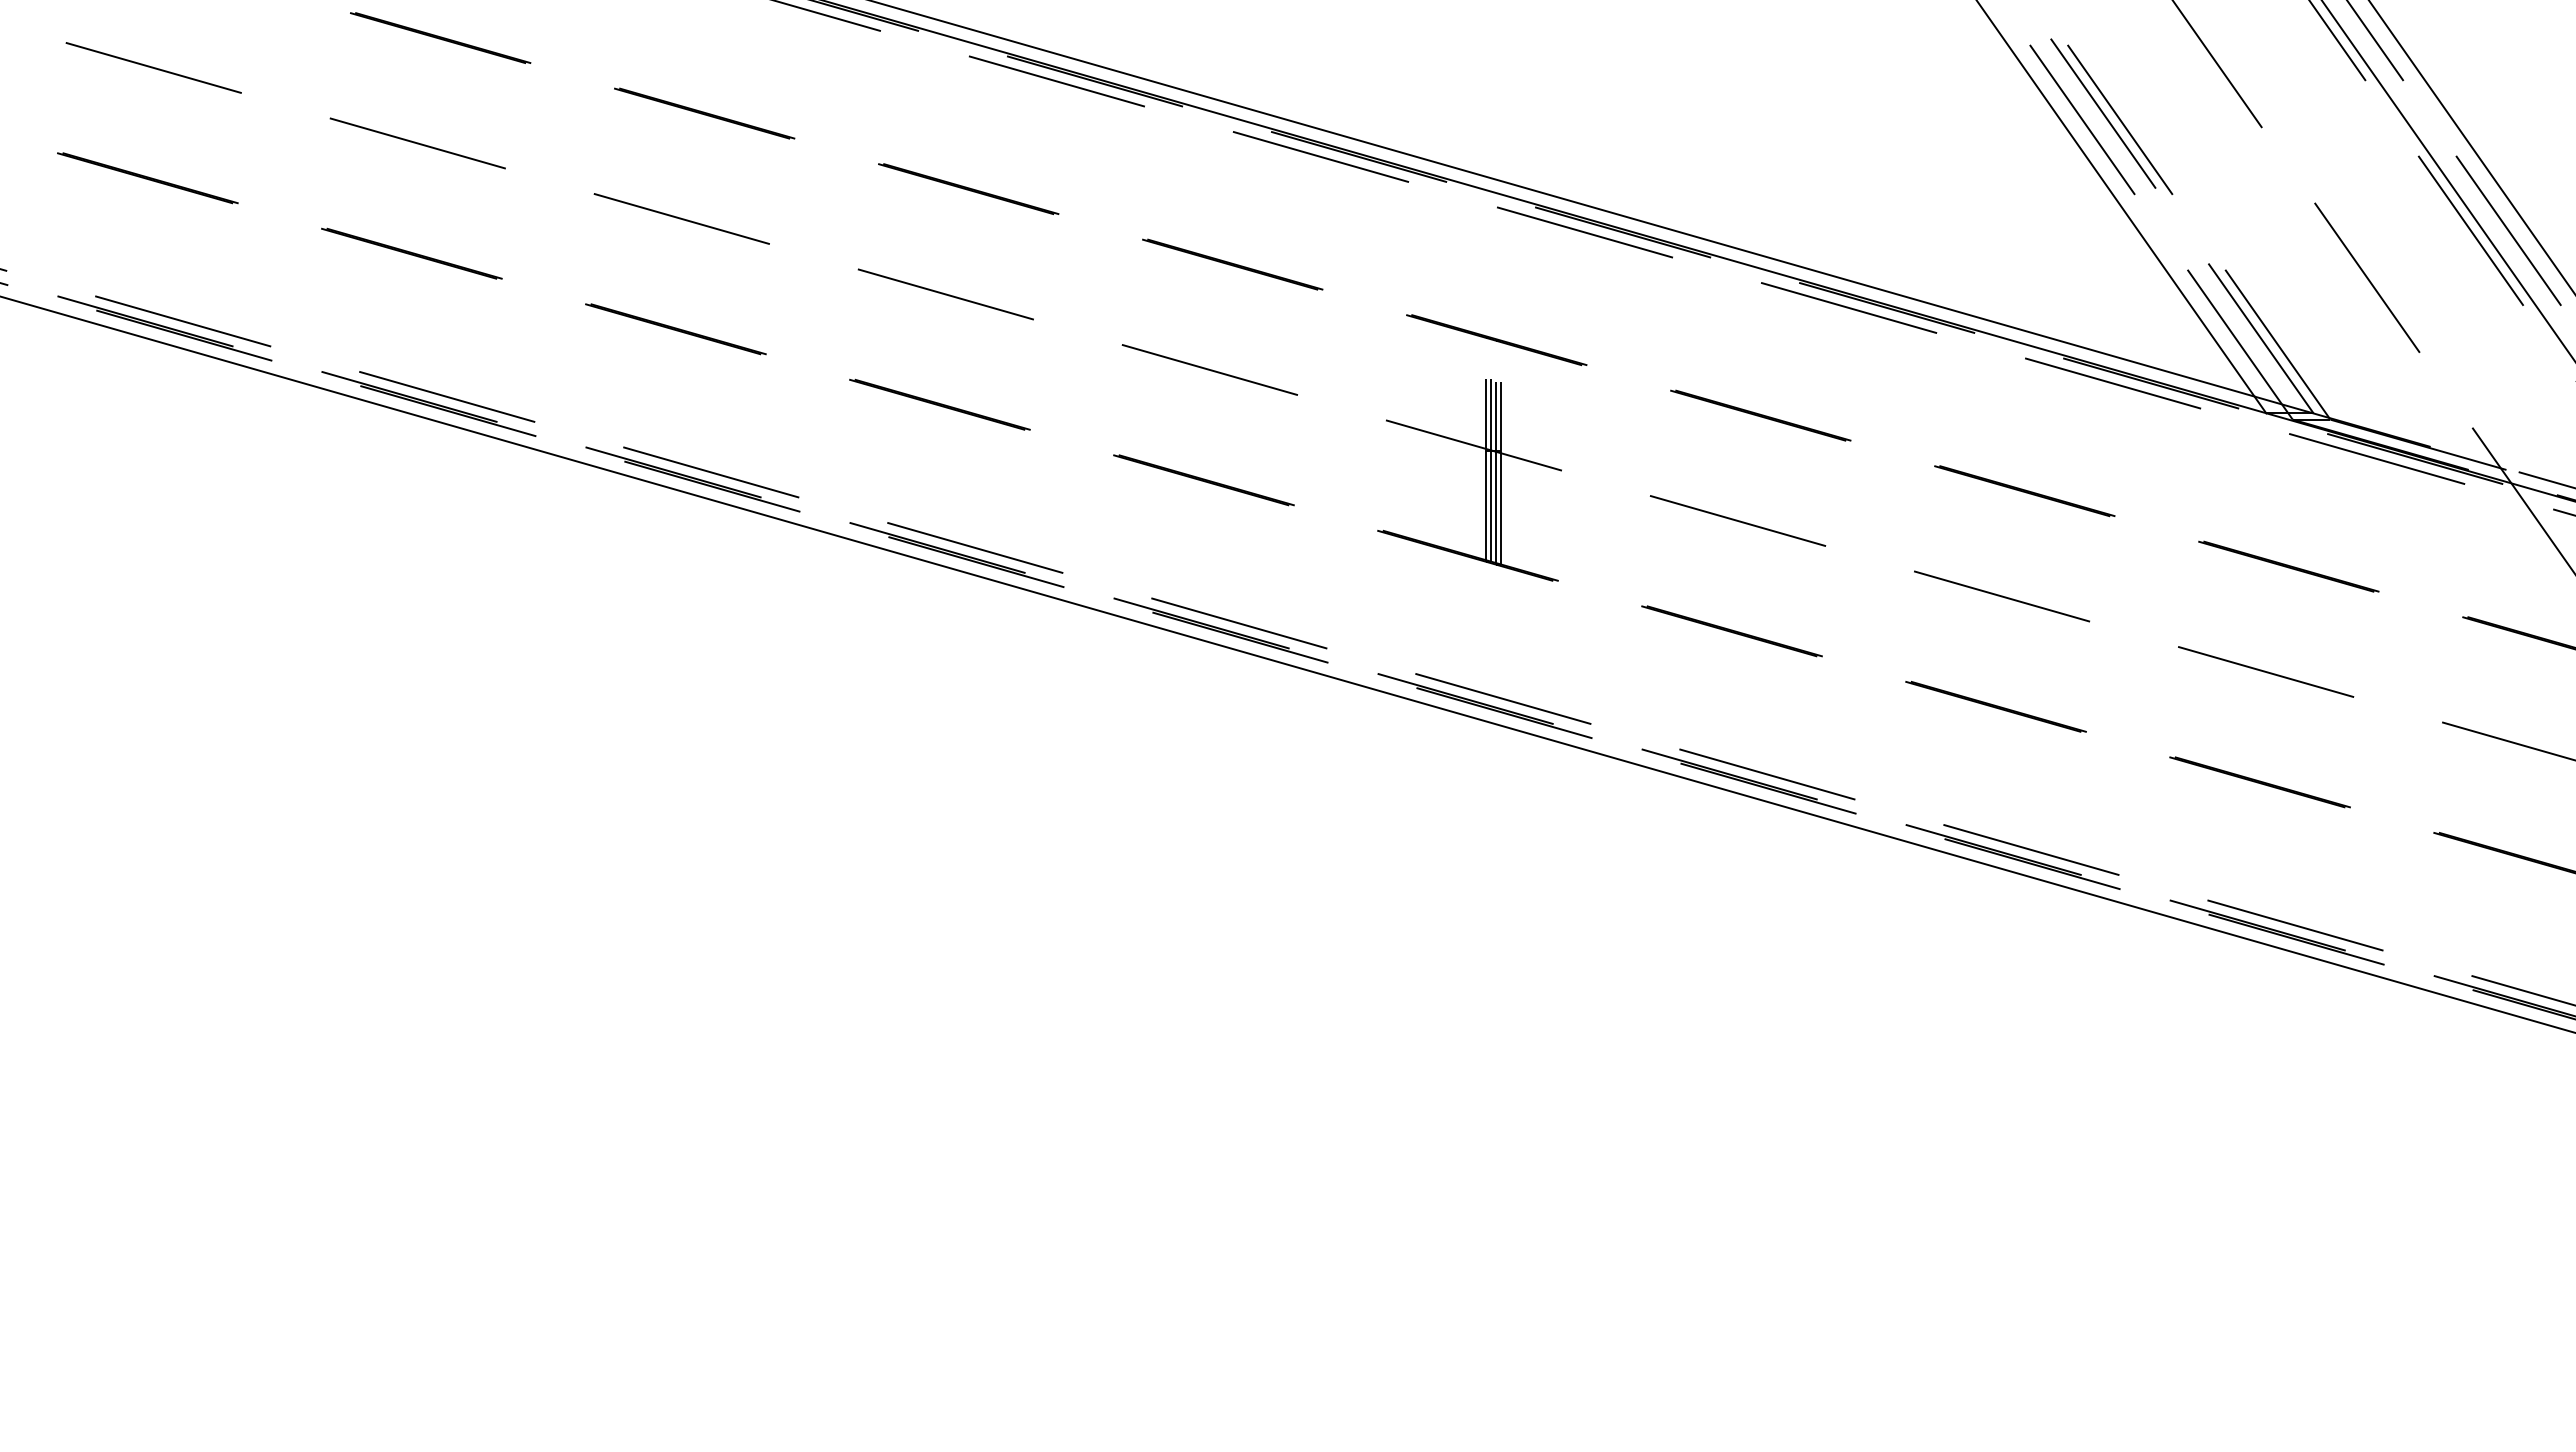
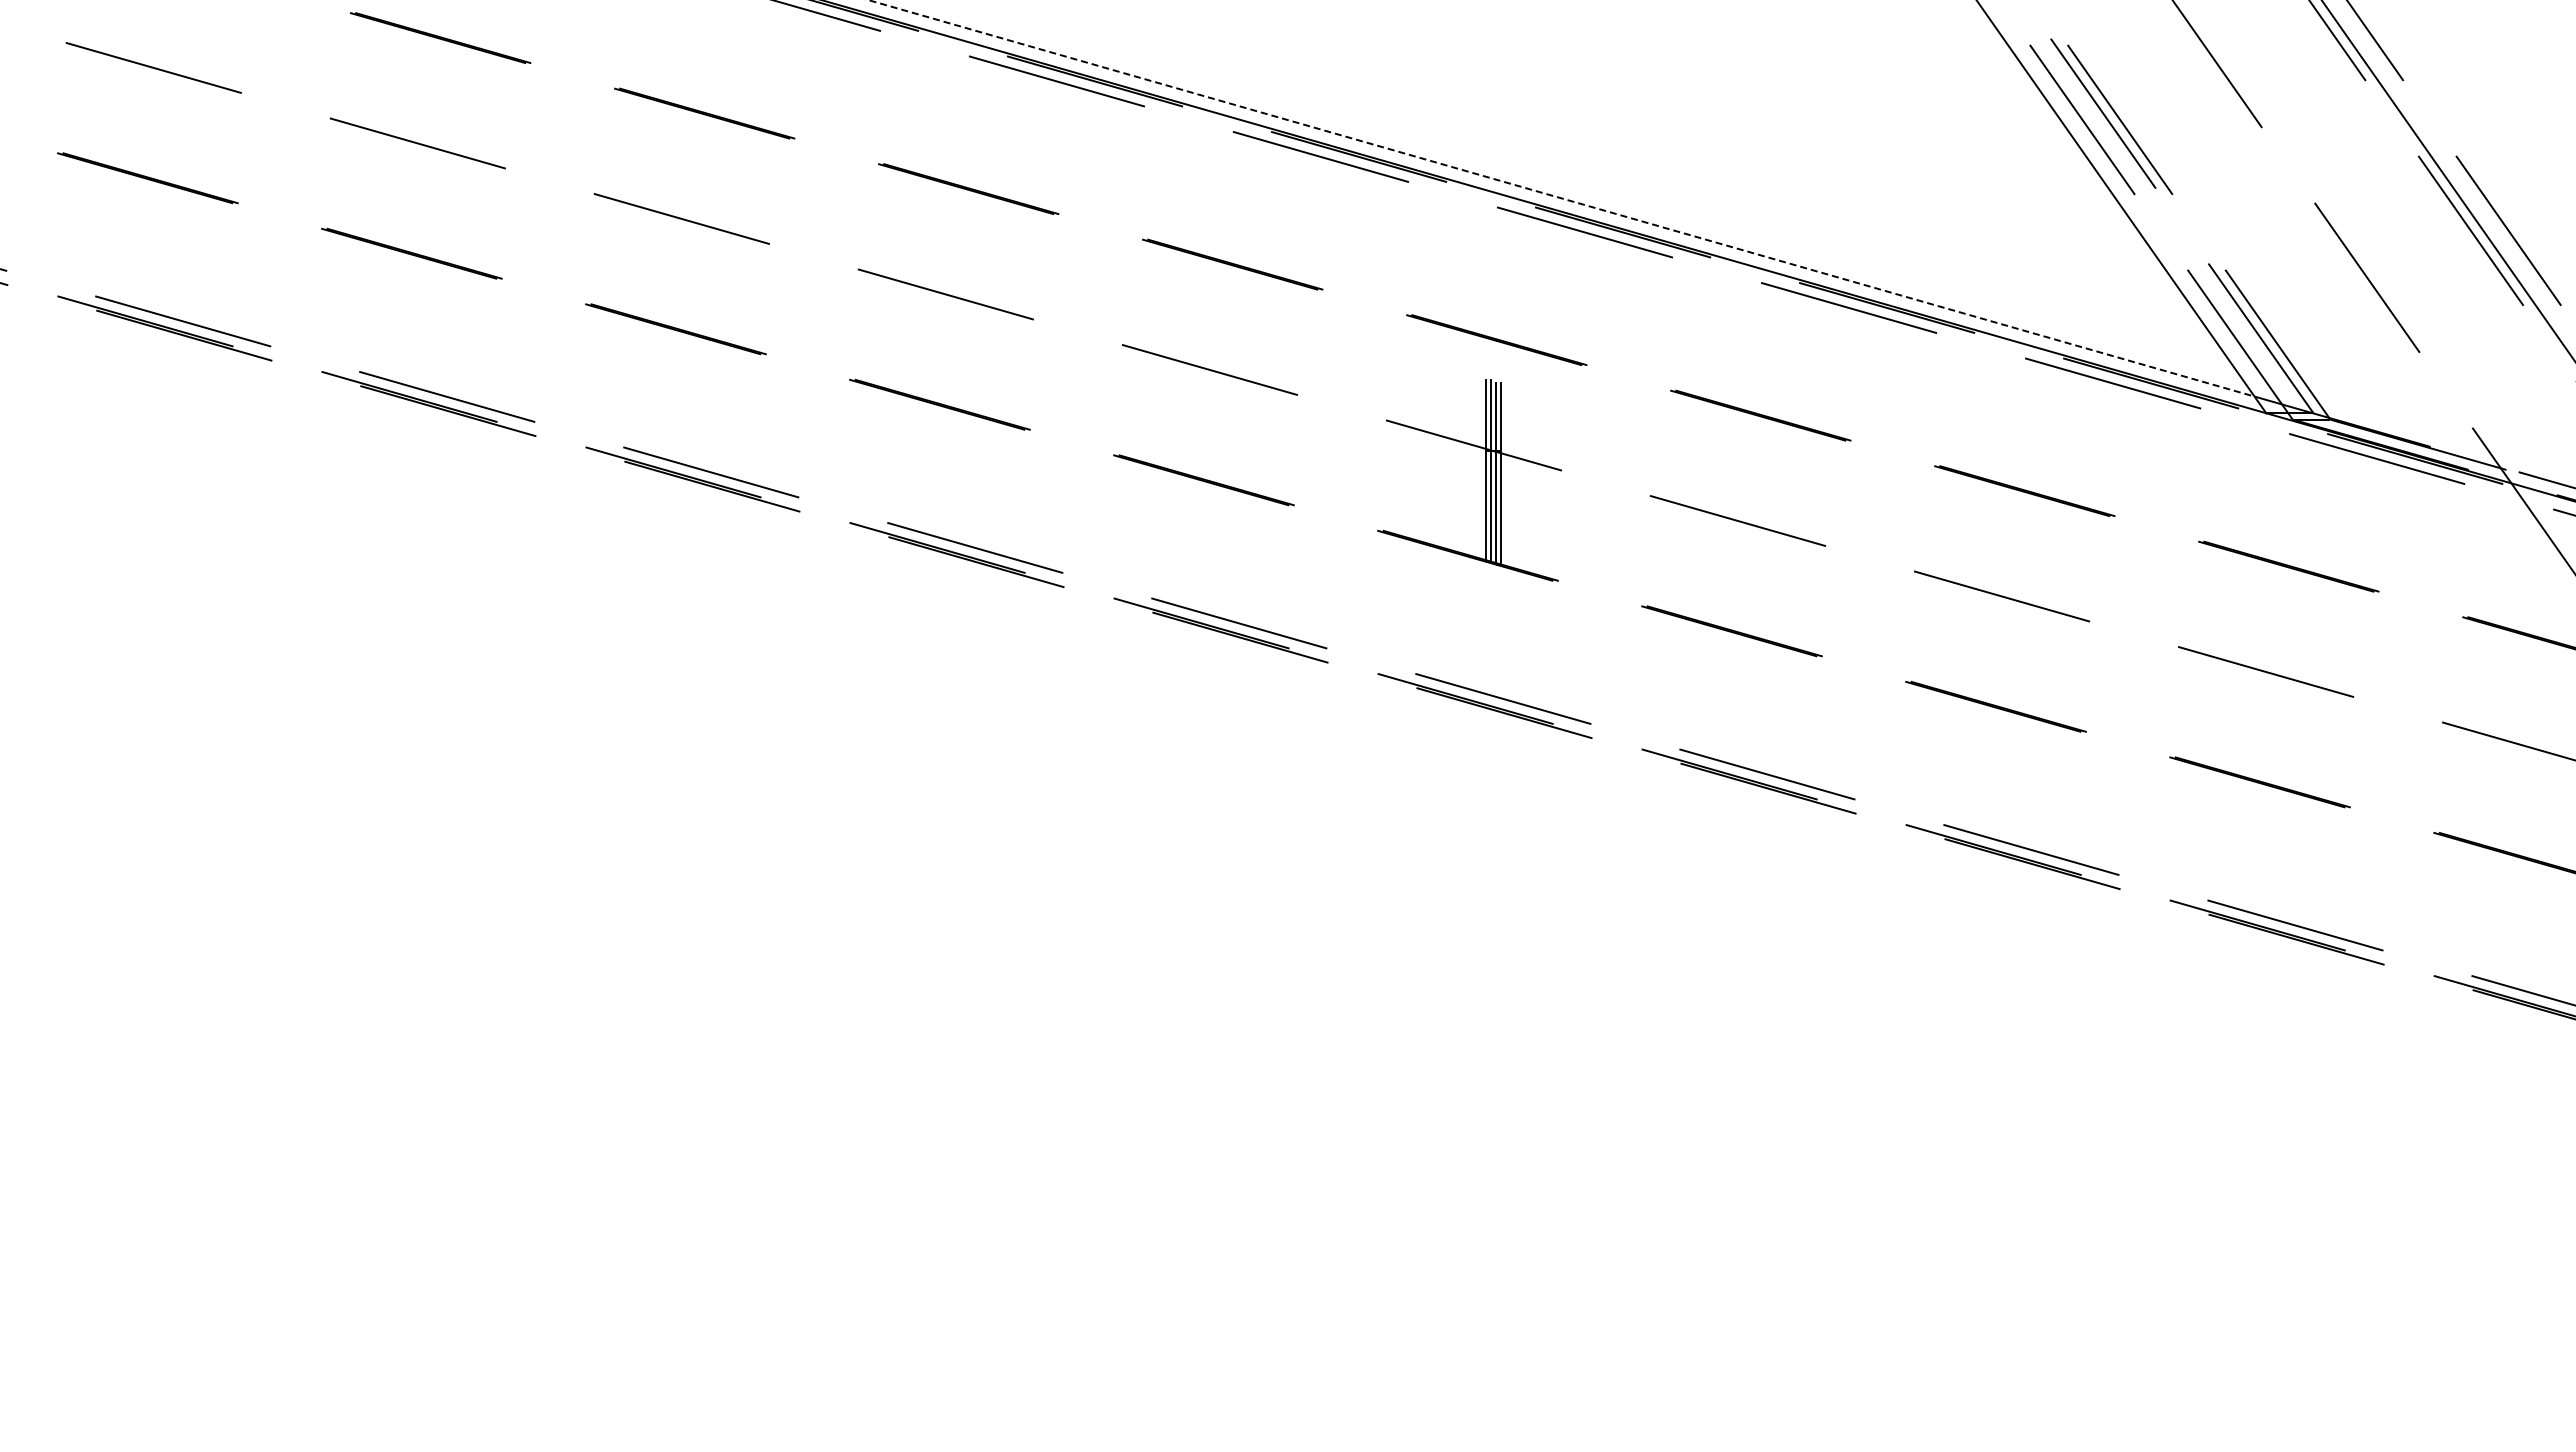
line at (2471, 146): present -> none
line at (1561, 198): solid -> dashed
line at (1287, 664): present -> none
